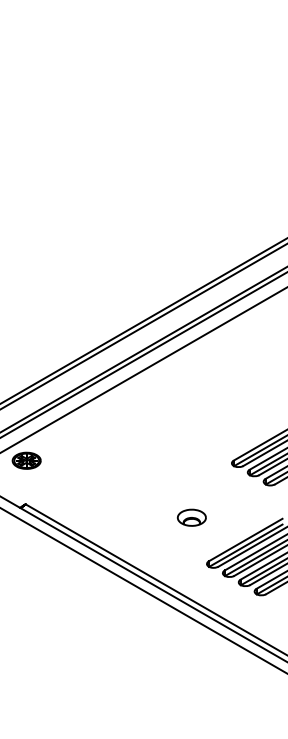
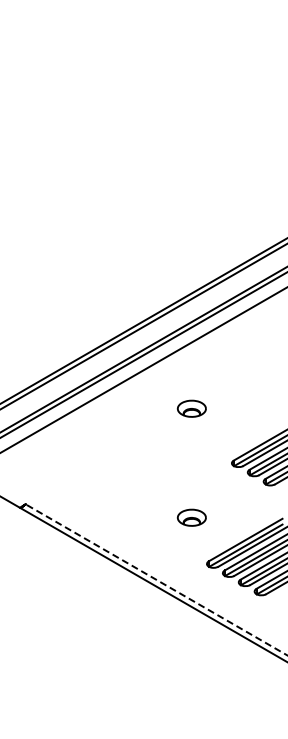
part at (191, 408): none -> present
part at (26, 460): present -> none
line at (156, 579): solid -> dashed
line at (143, 589): present -> none
